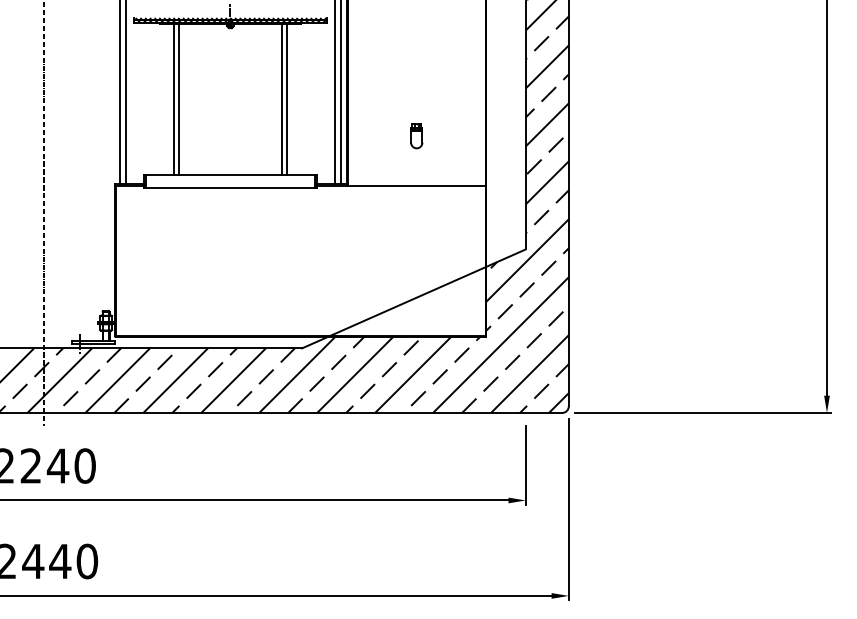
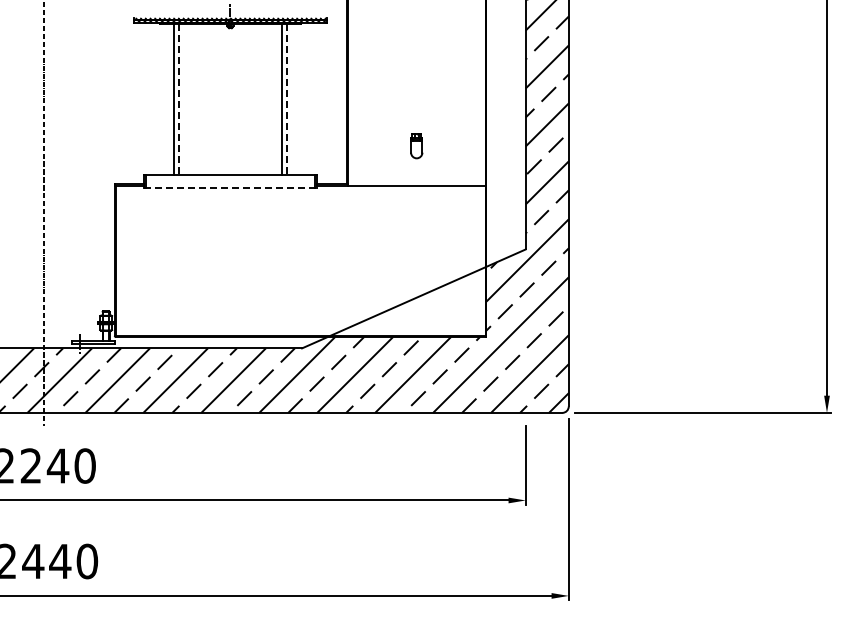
line at (120, 92): present -> none
line at (125, 92): present -> none
line at (335, 92): present -> none
line at (340, 92): present -> none
line at (179, 99): solid -> dashed
line at (286, 99): solid -> dashed
part at (416, 136) position: (416, 136) -> (416, 146)
line at (230, 187): solid -> dashed
